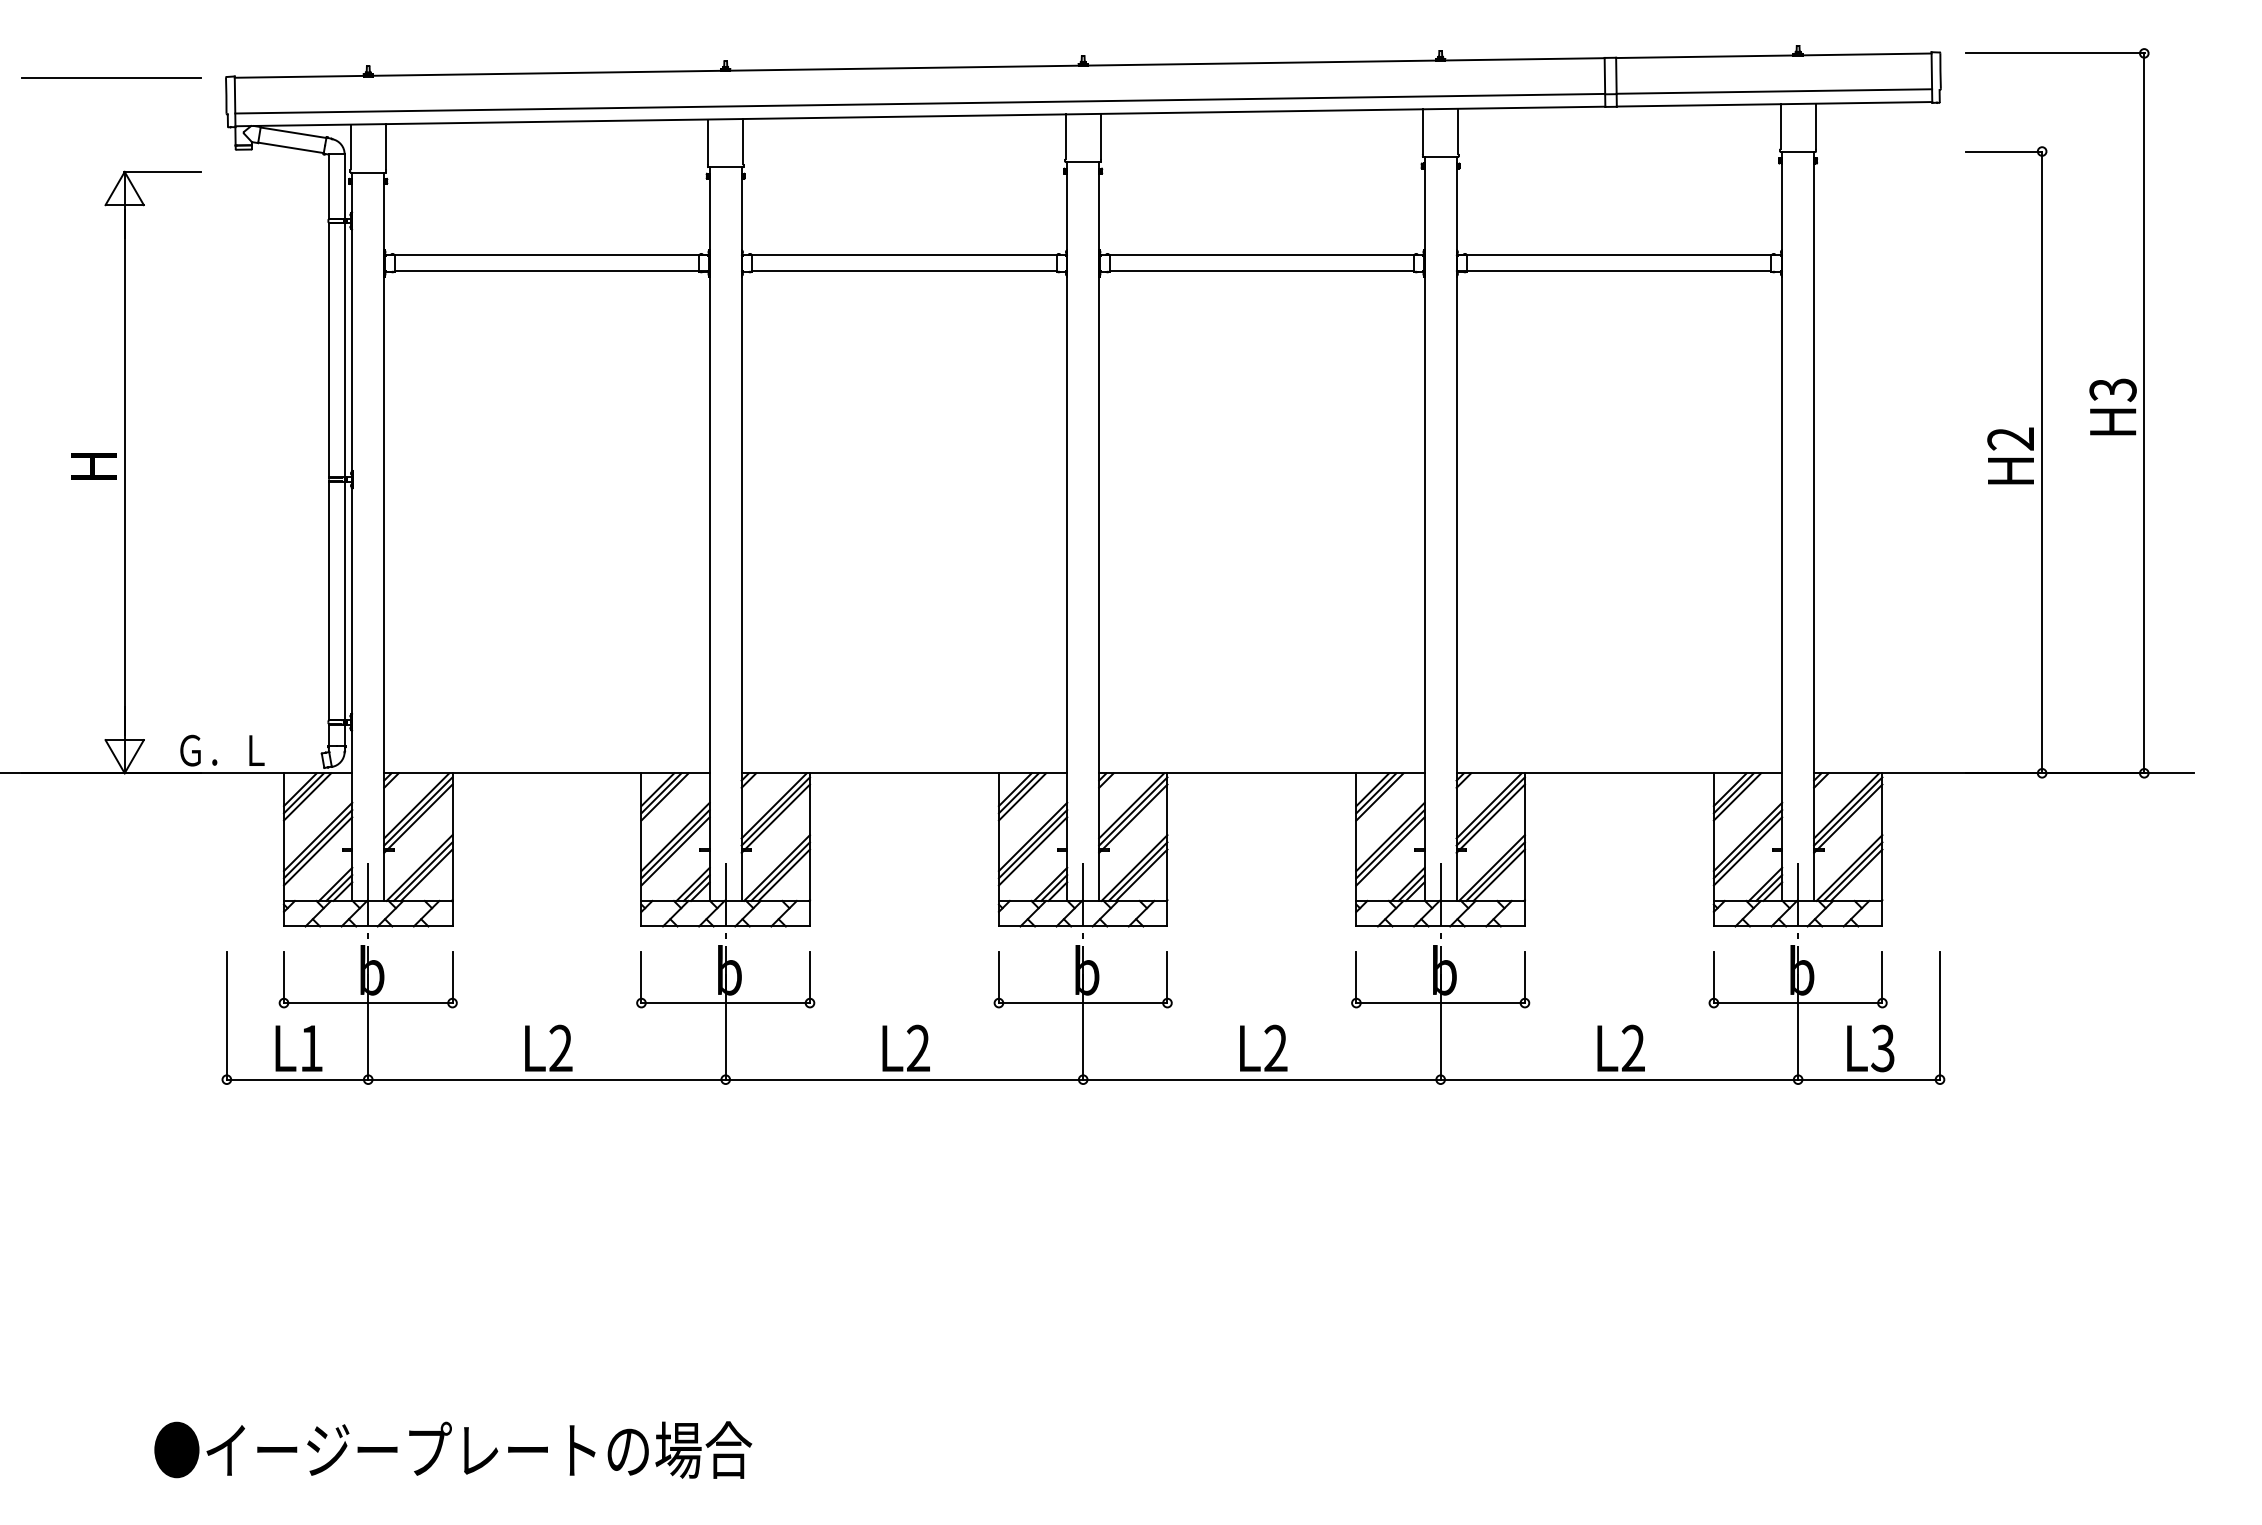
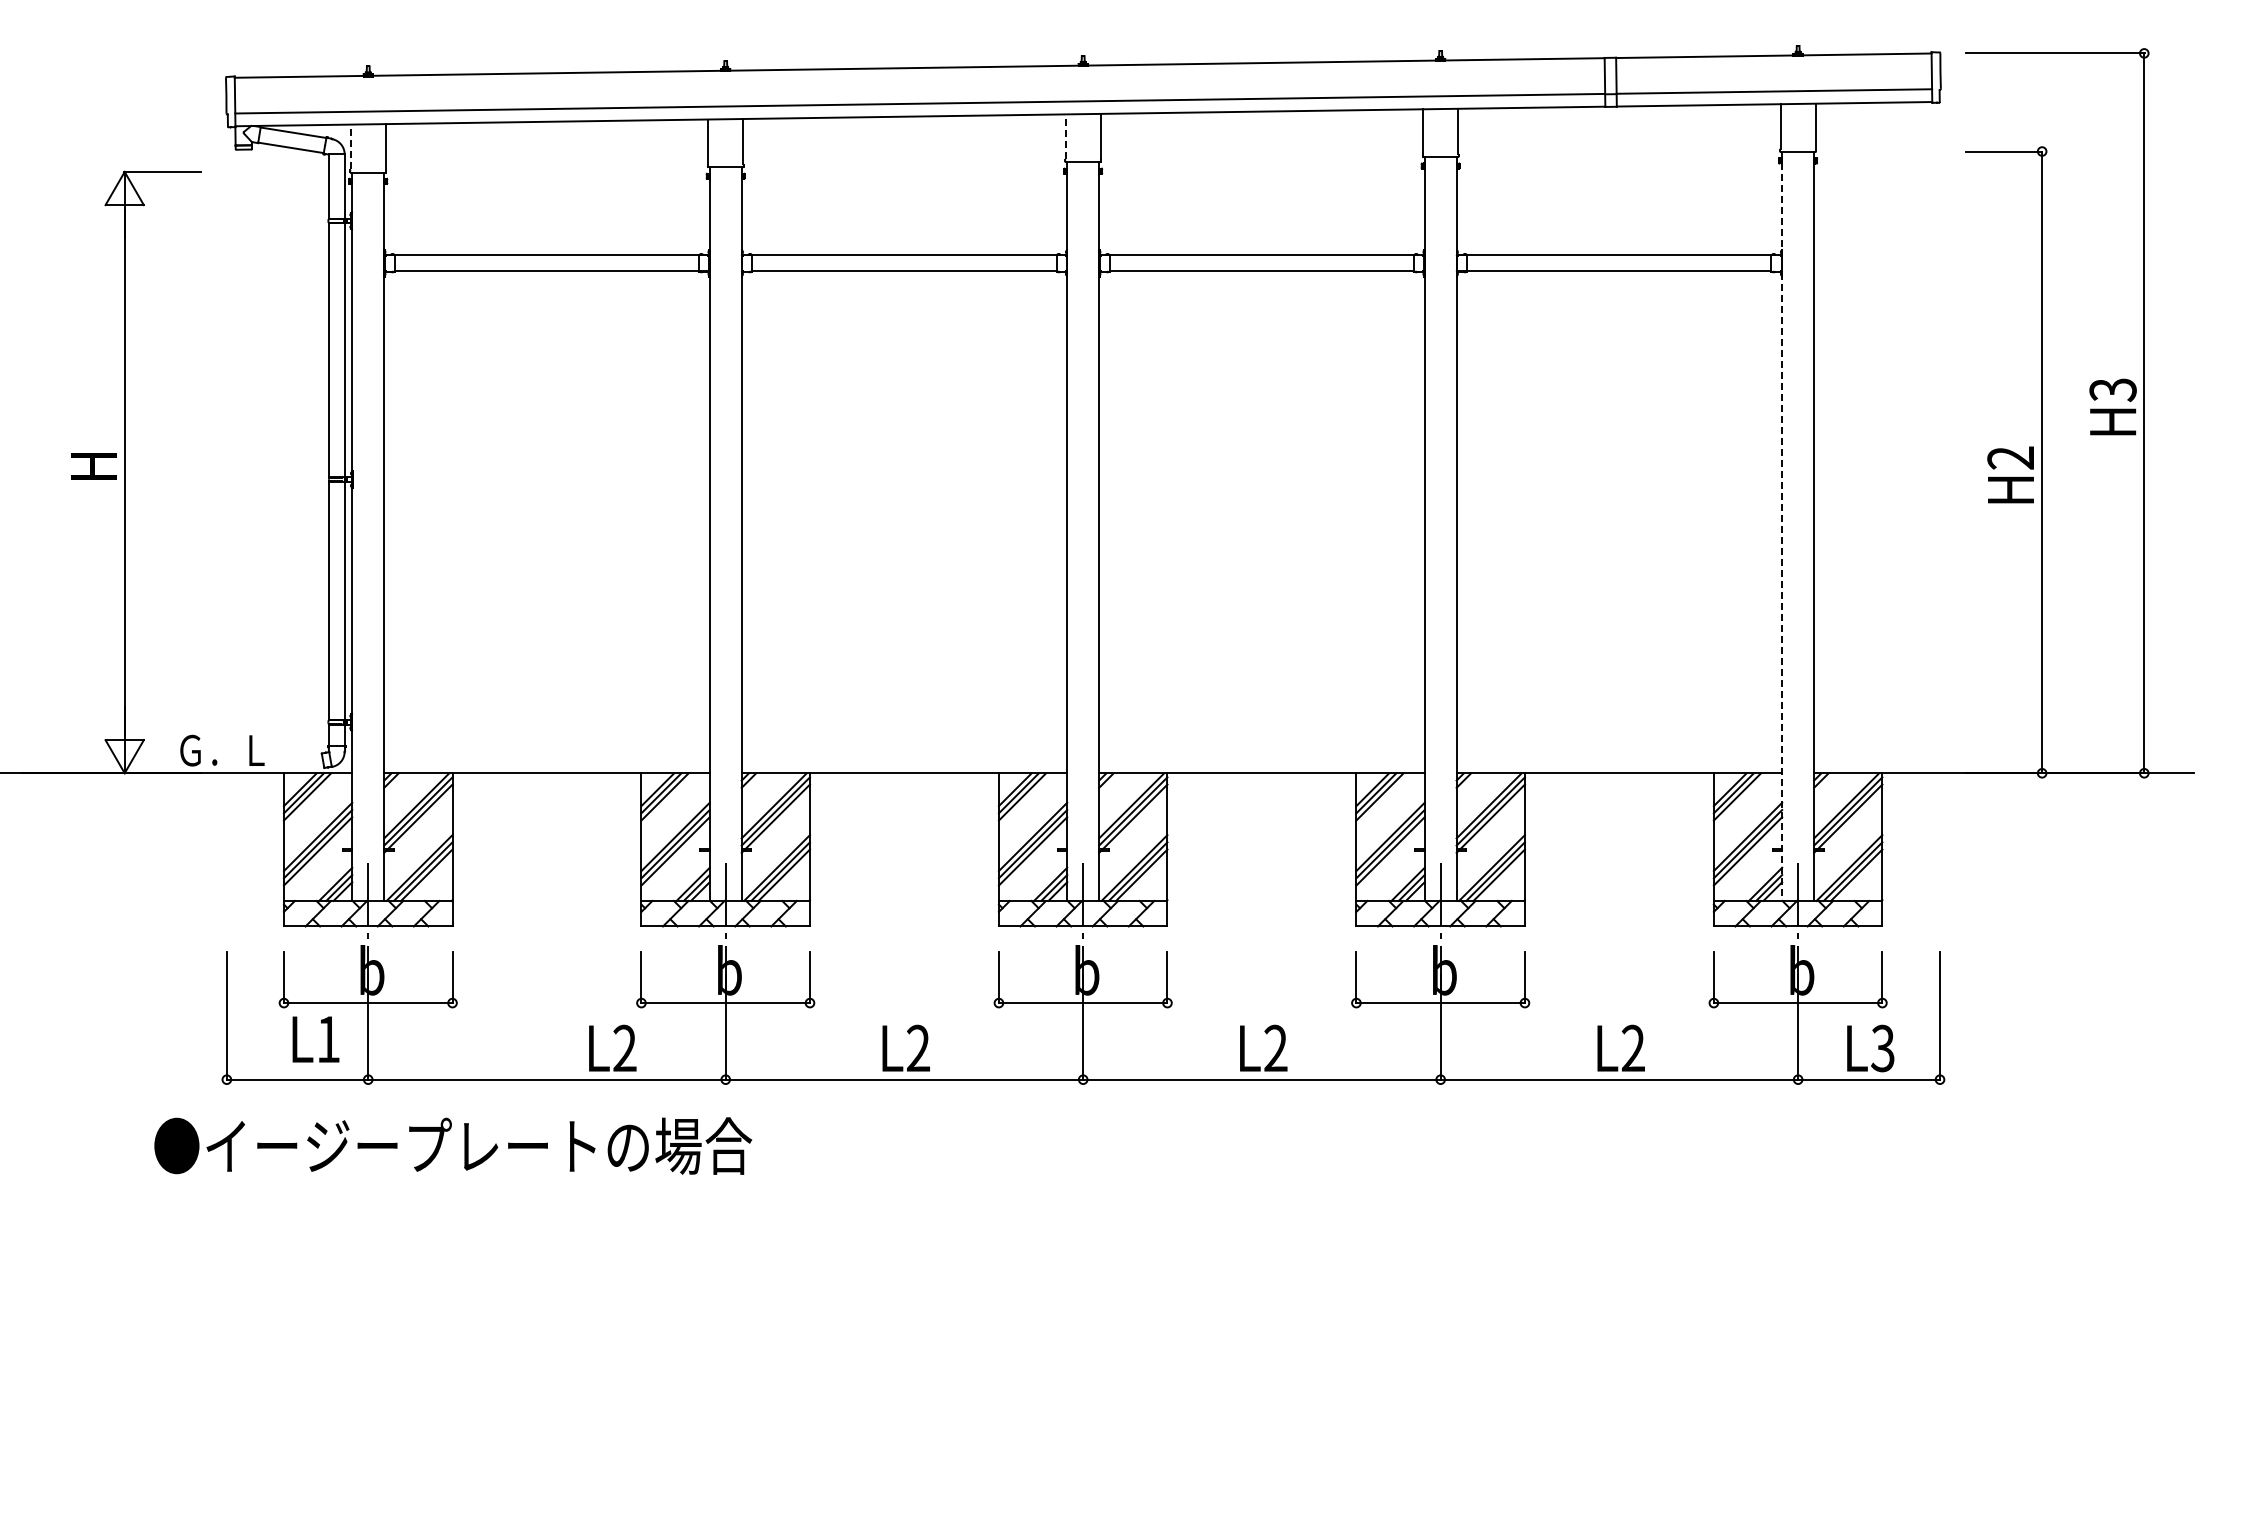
line at (111, 77): present -> none
line at (1065, 136): solid -> dashed
line at (350, 146): solid -> dashed
text at (2010, 455) position: (2010, 455) -> (2010, 474)
line at (1782, 527): solid -> dashed
text at (548, 1047) position: (548, 1047) -> (612, 1047)
text at (298, 1048) position: (298, 1048) -> (315, 1039)
text at (453, 1449) position: (453, 1449) -> (453, 1145)
